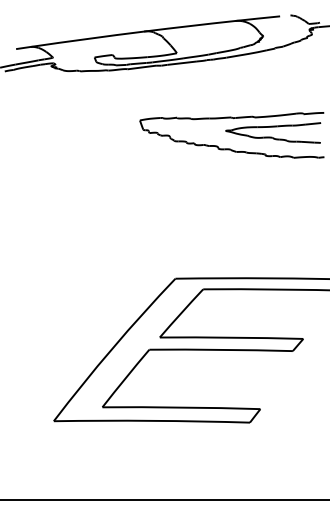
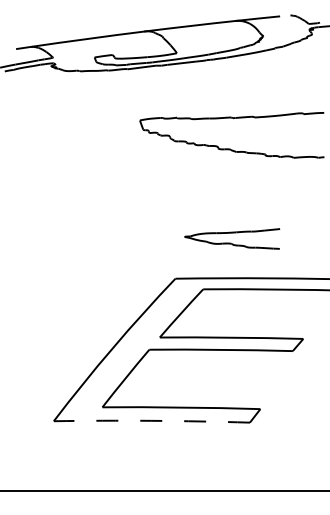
part at (273, 132) position: (273, 132) -> (232, 238)
arc at (151, 420): solid -> dashed
line at (164, 499) position: (164, 499) -> (164, 490)
